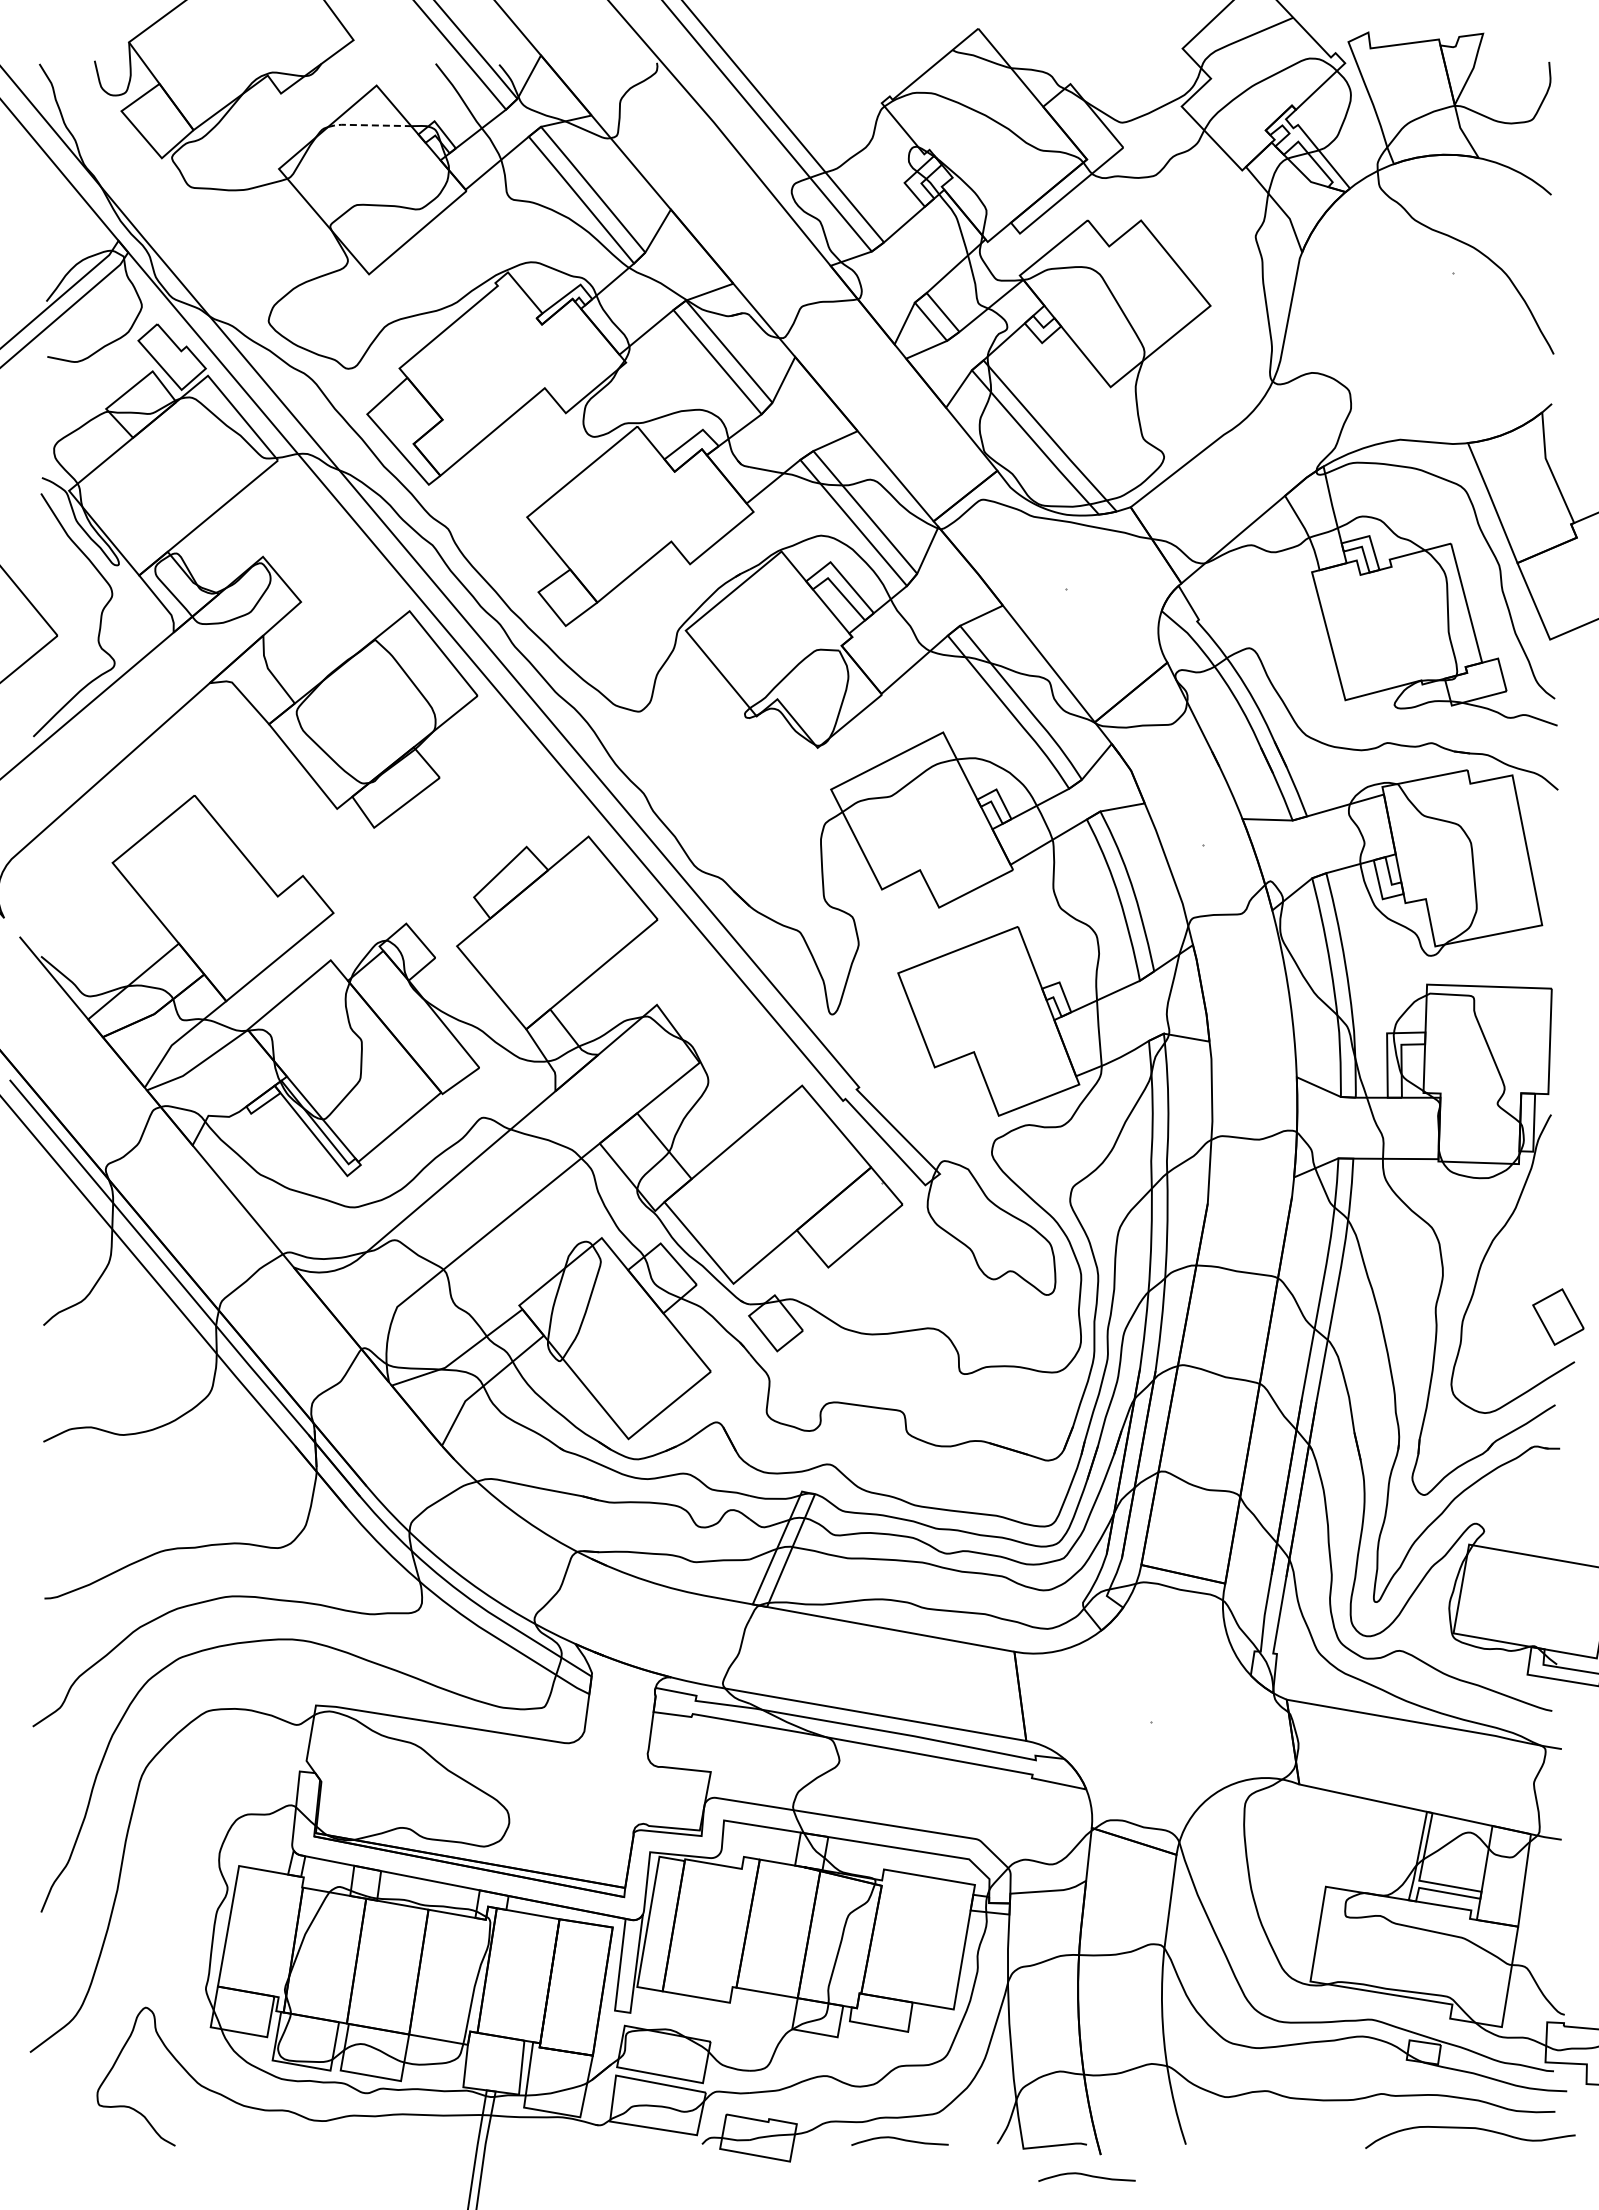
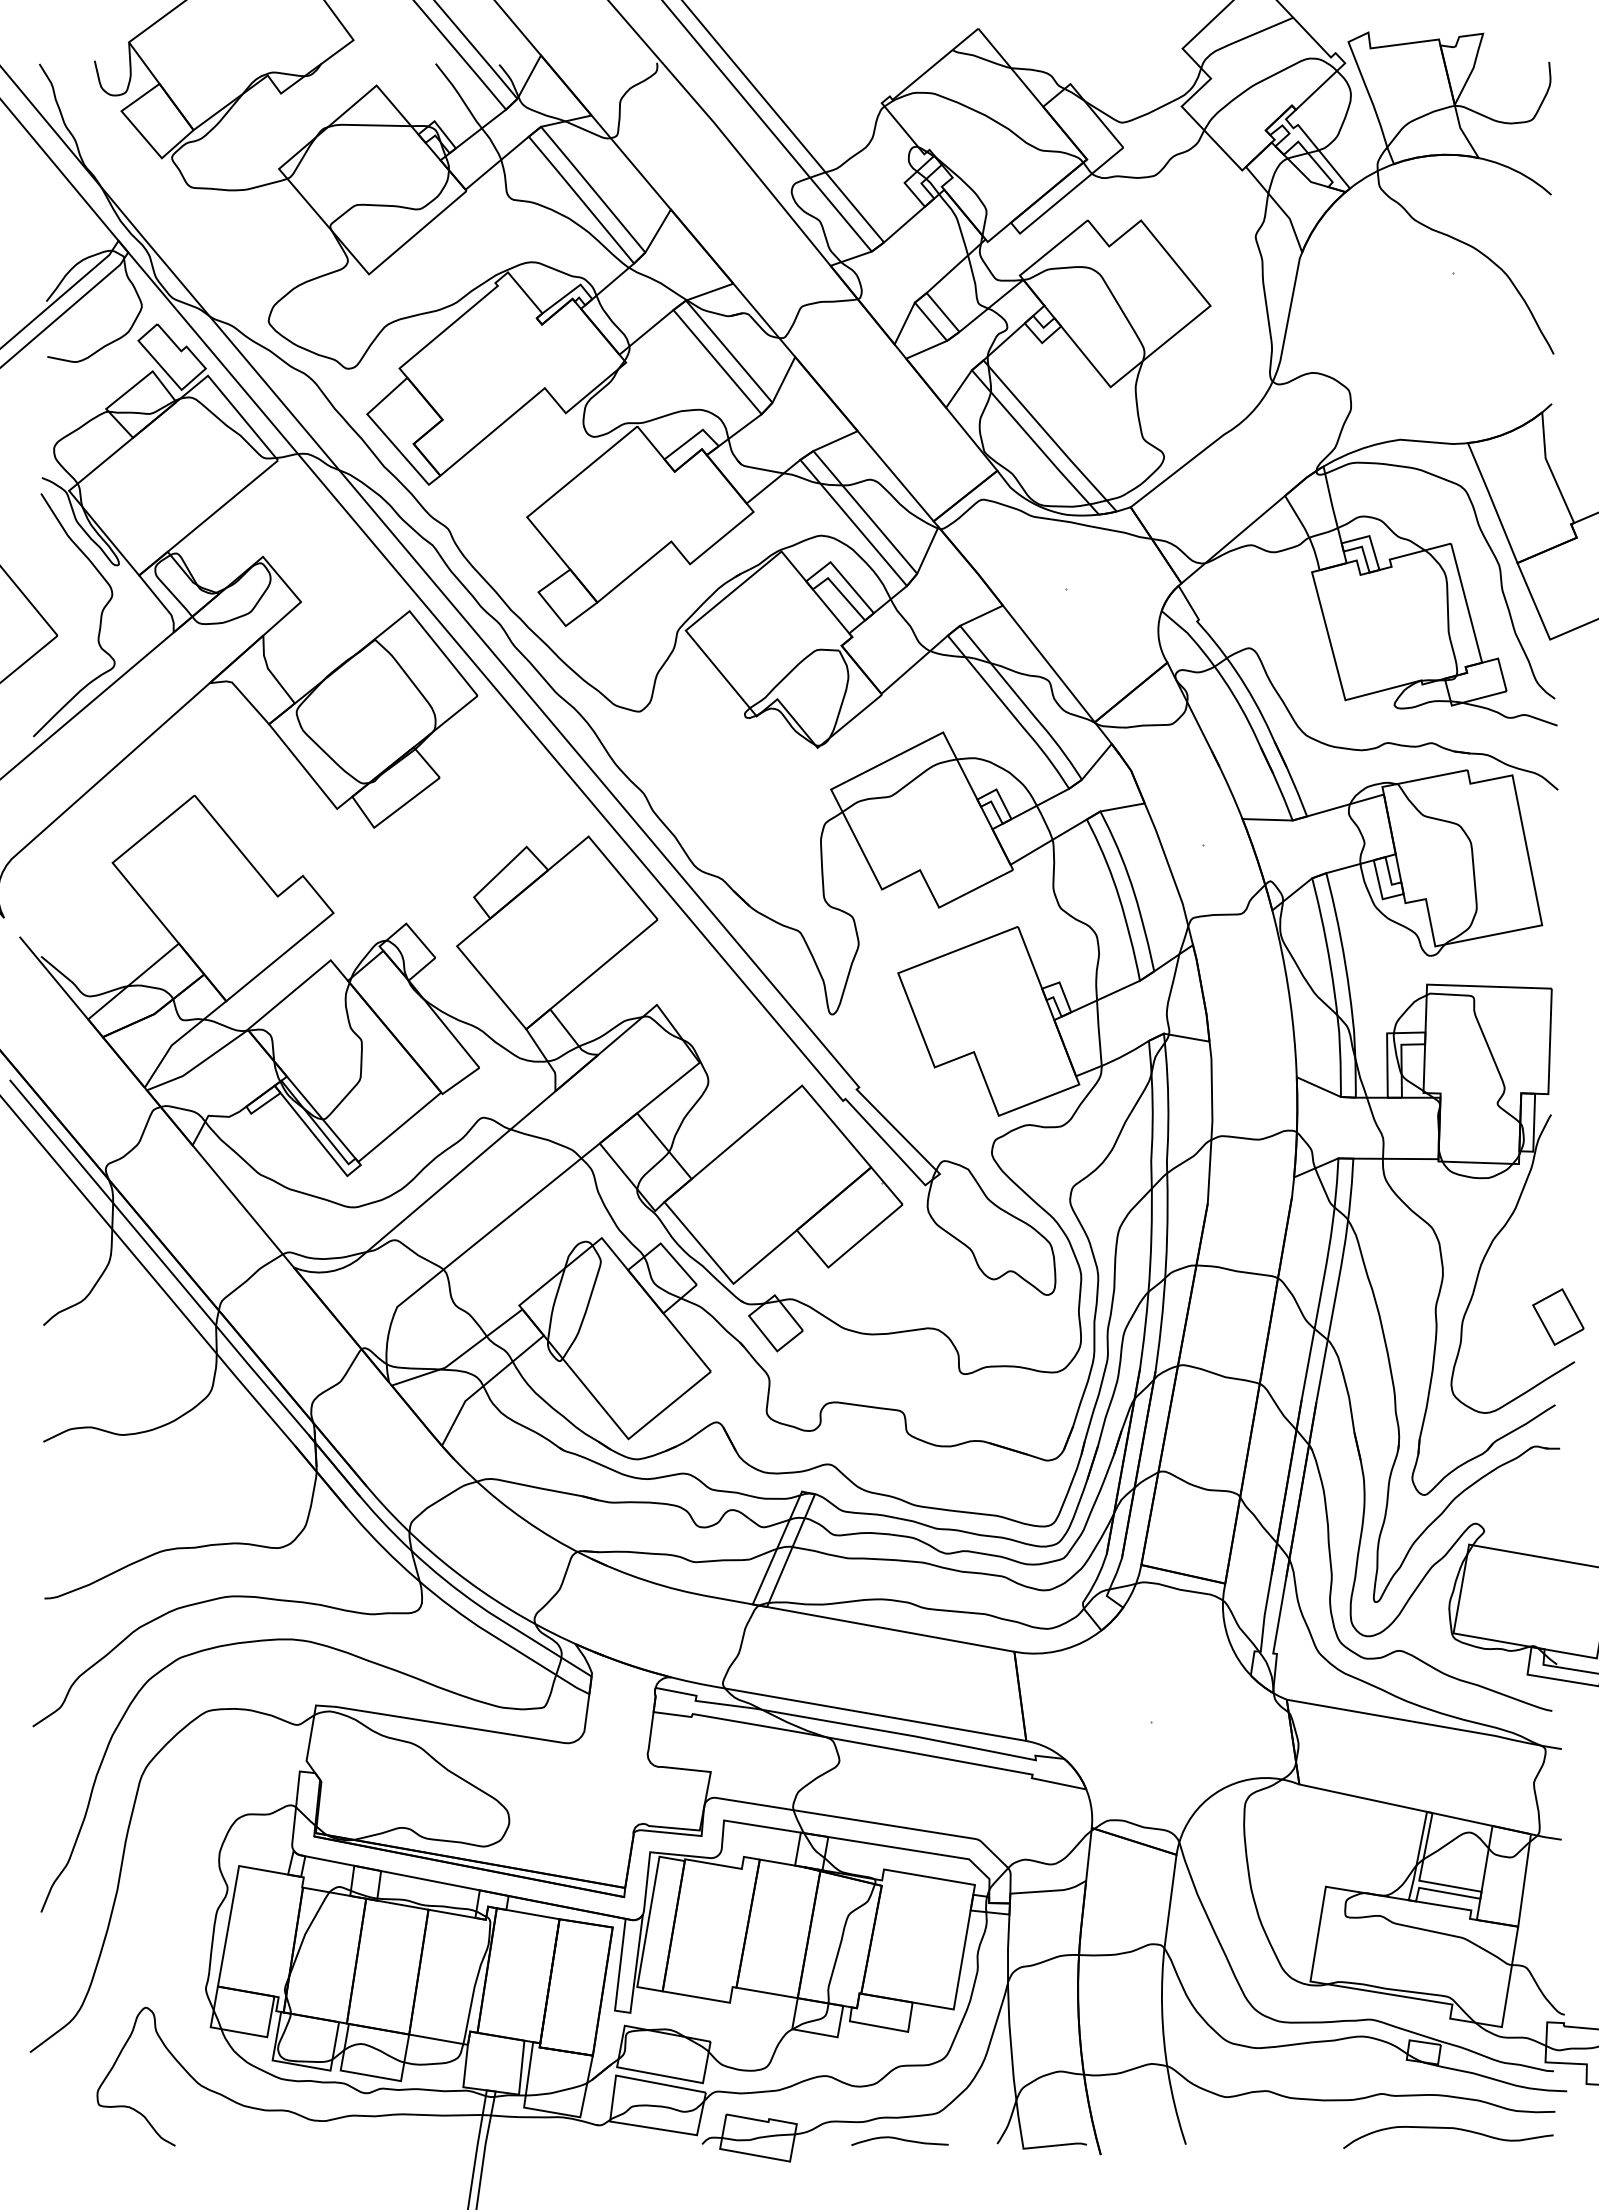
line at (368, 125): dashed -> solid
curve at (1470, 2128) position: (1470, 2128) -> (1448, 2128)
curve at (1086, 2175): present -> none
